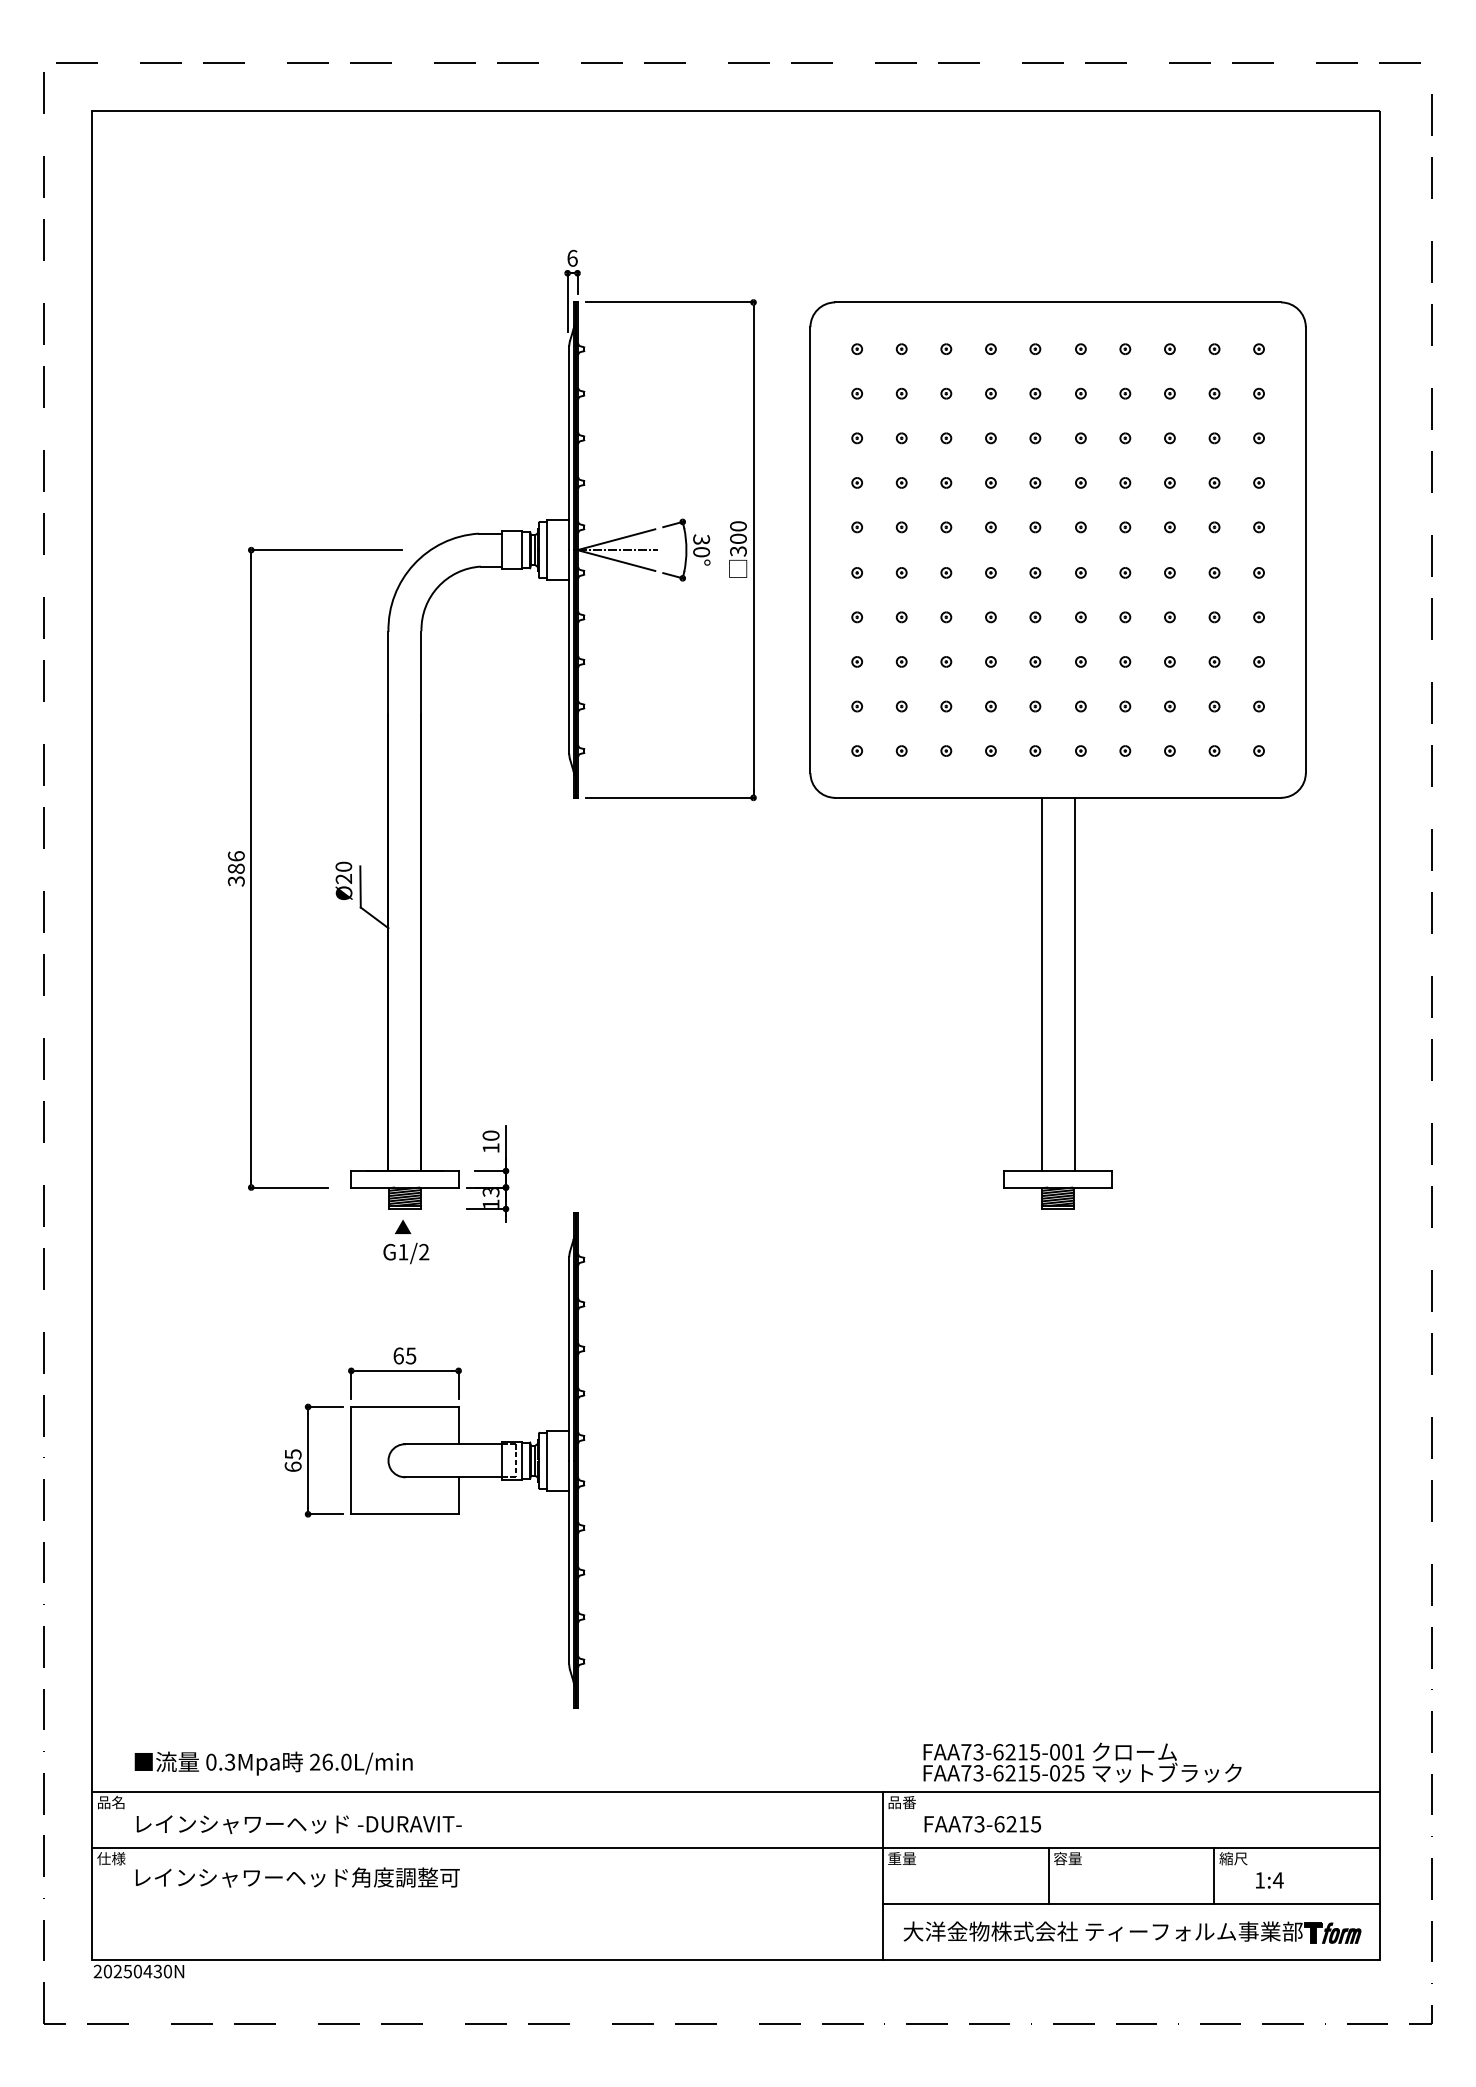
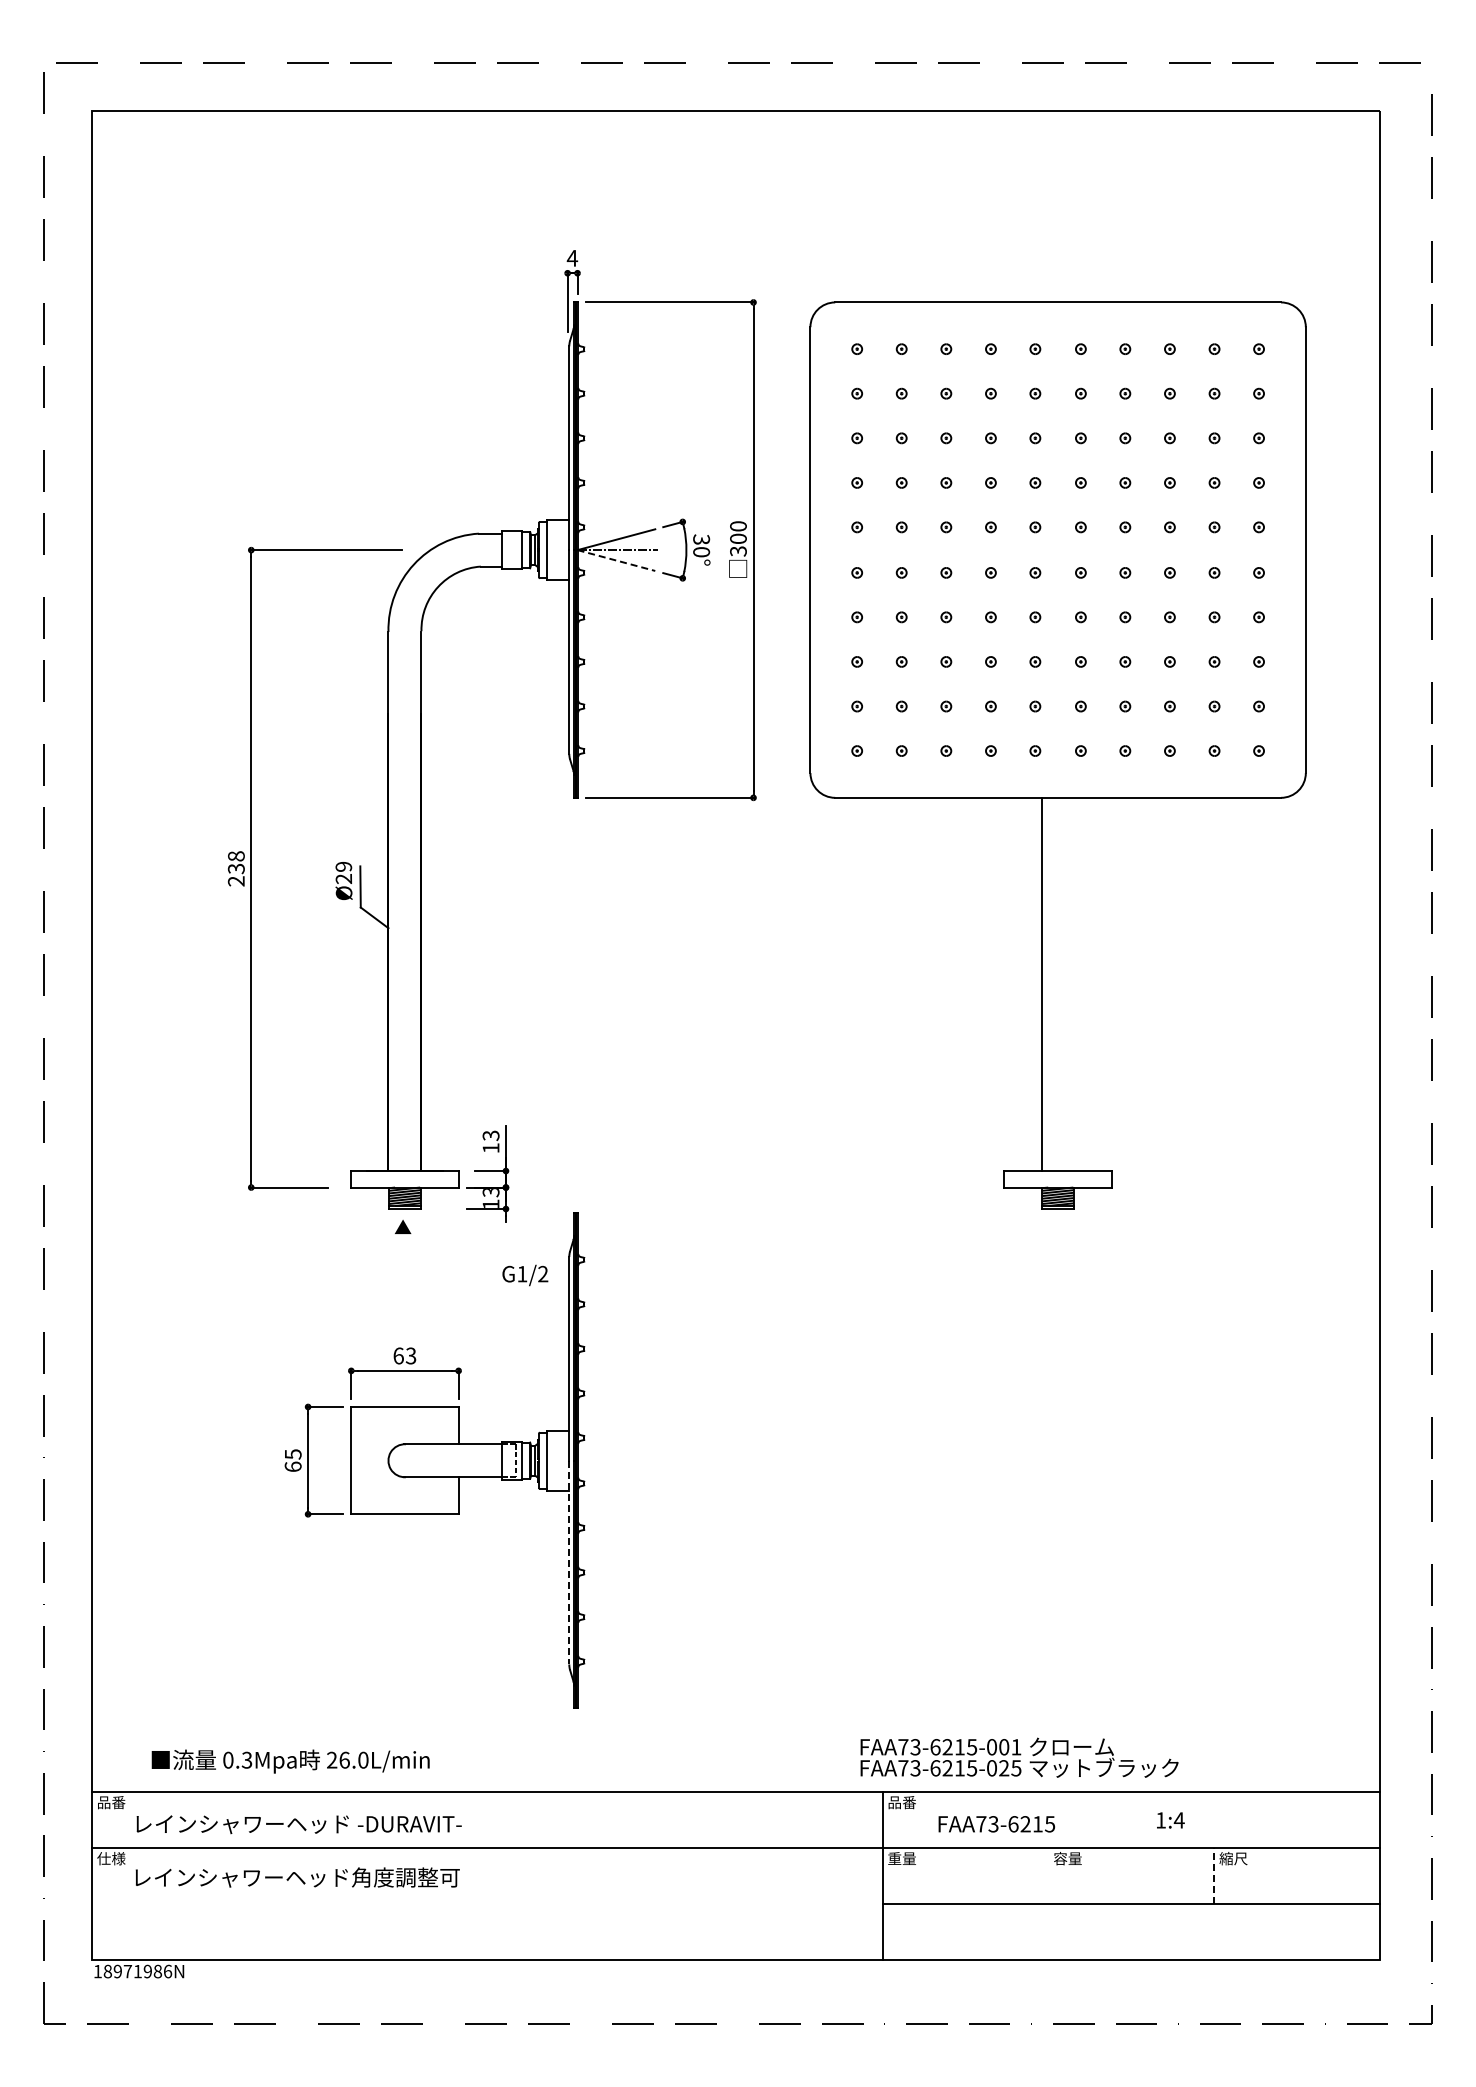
text at (572, 257): 6 -> 4
line at (616, 560): solid -> dashed
text at (343, 866): Ø20 -> Ø29
text at (236, 868): 386 -> 238
line at (1074, 984): present -> none
text at (490, 1135): 10 -> 13
text at (406, 1253) position: (406, 1253) -> (525, 1275)
text at (411, 1355): 65 -> 63
line at (569, 1562): solid -> dashed
text at (1082, 1762) position: (1082, 1762) -> (1019, 1757)
text at (273, 1763) position: (273, 1763) -> (290, 1761)
text at (118, 1802): 品名 -> 品番
text at (982, 1824) position: (982, 1824) -> (996, 1824)
line at (1048, 1875): present -> none
line at (1214, 1875): solid -> dashed
text at (1269, 1880) position: (1269, 1880) -> (1170, 1820)
part at (1132, 1932): present -> none
text at (132, 1971): 20250430N -> 18971986N
